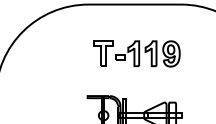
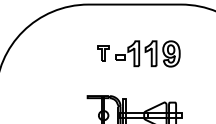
part at (103, 53) size: 21x27 px -> 13x17 px
